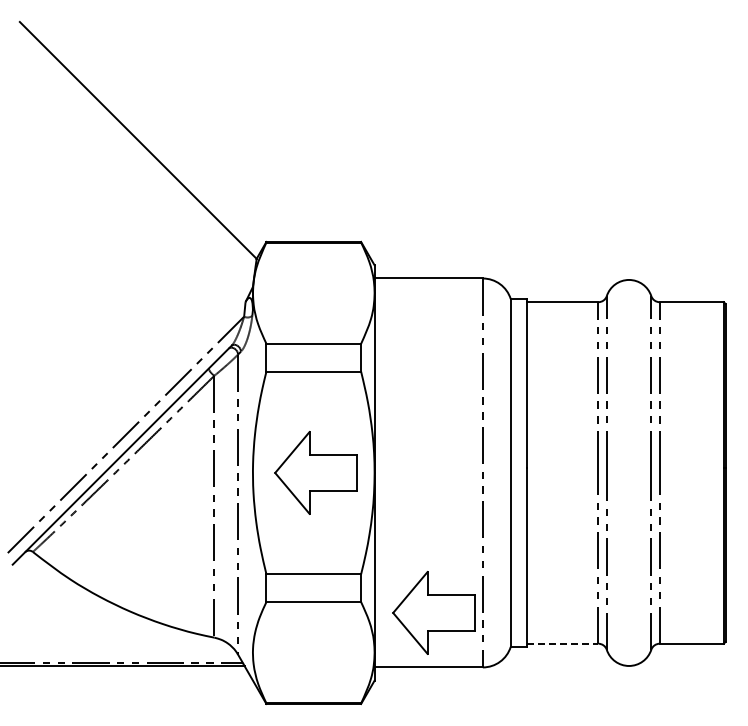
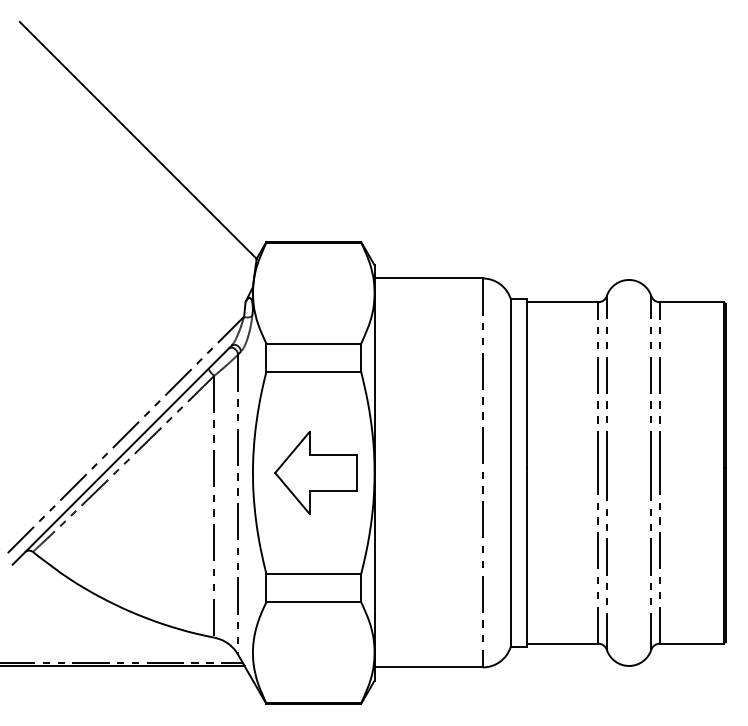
part at (433, 612): present -> none
line at (562, 643): dashed -> solid
